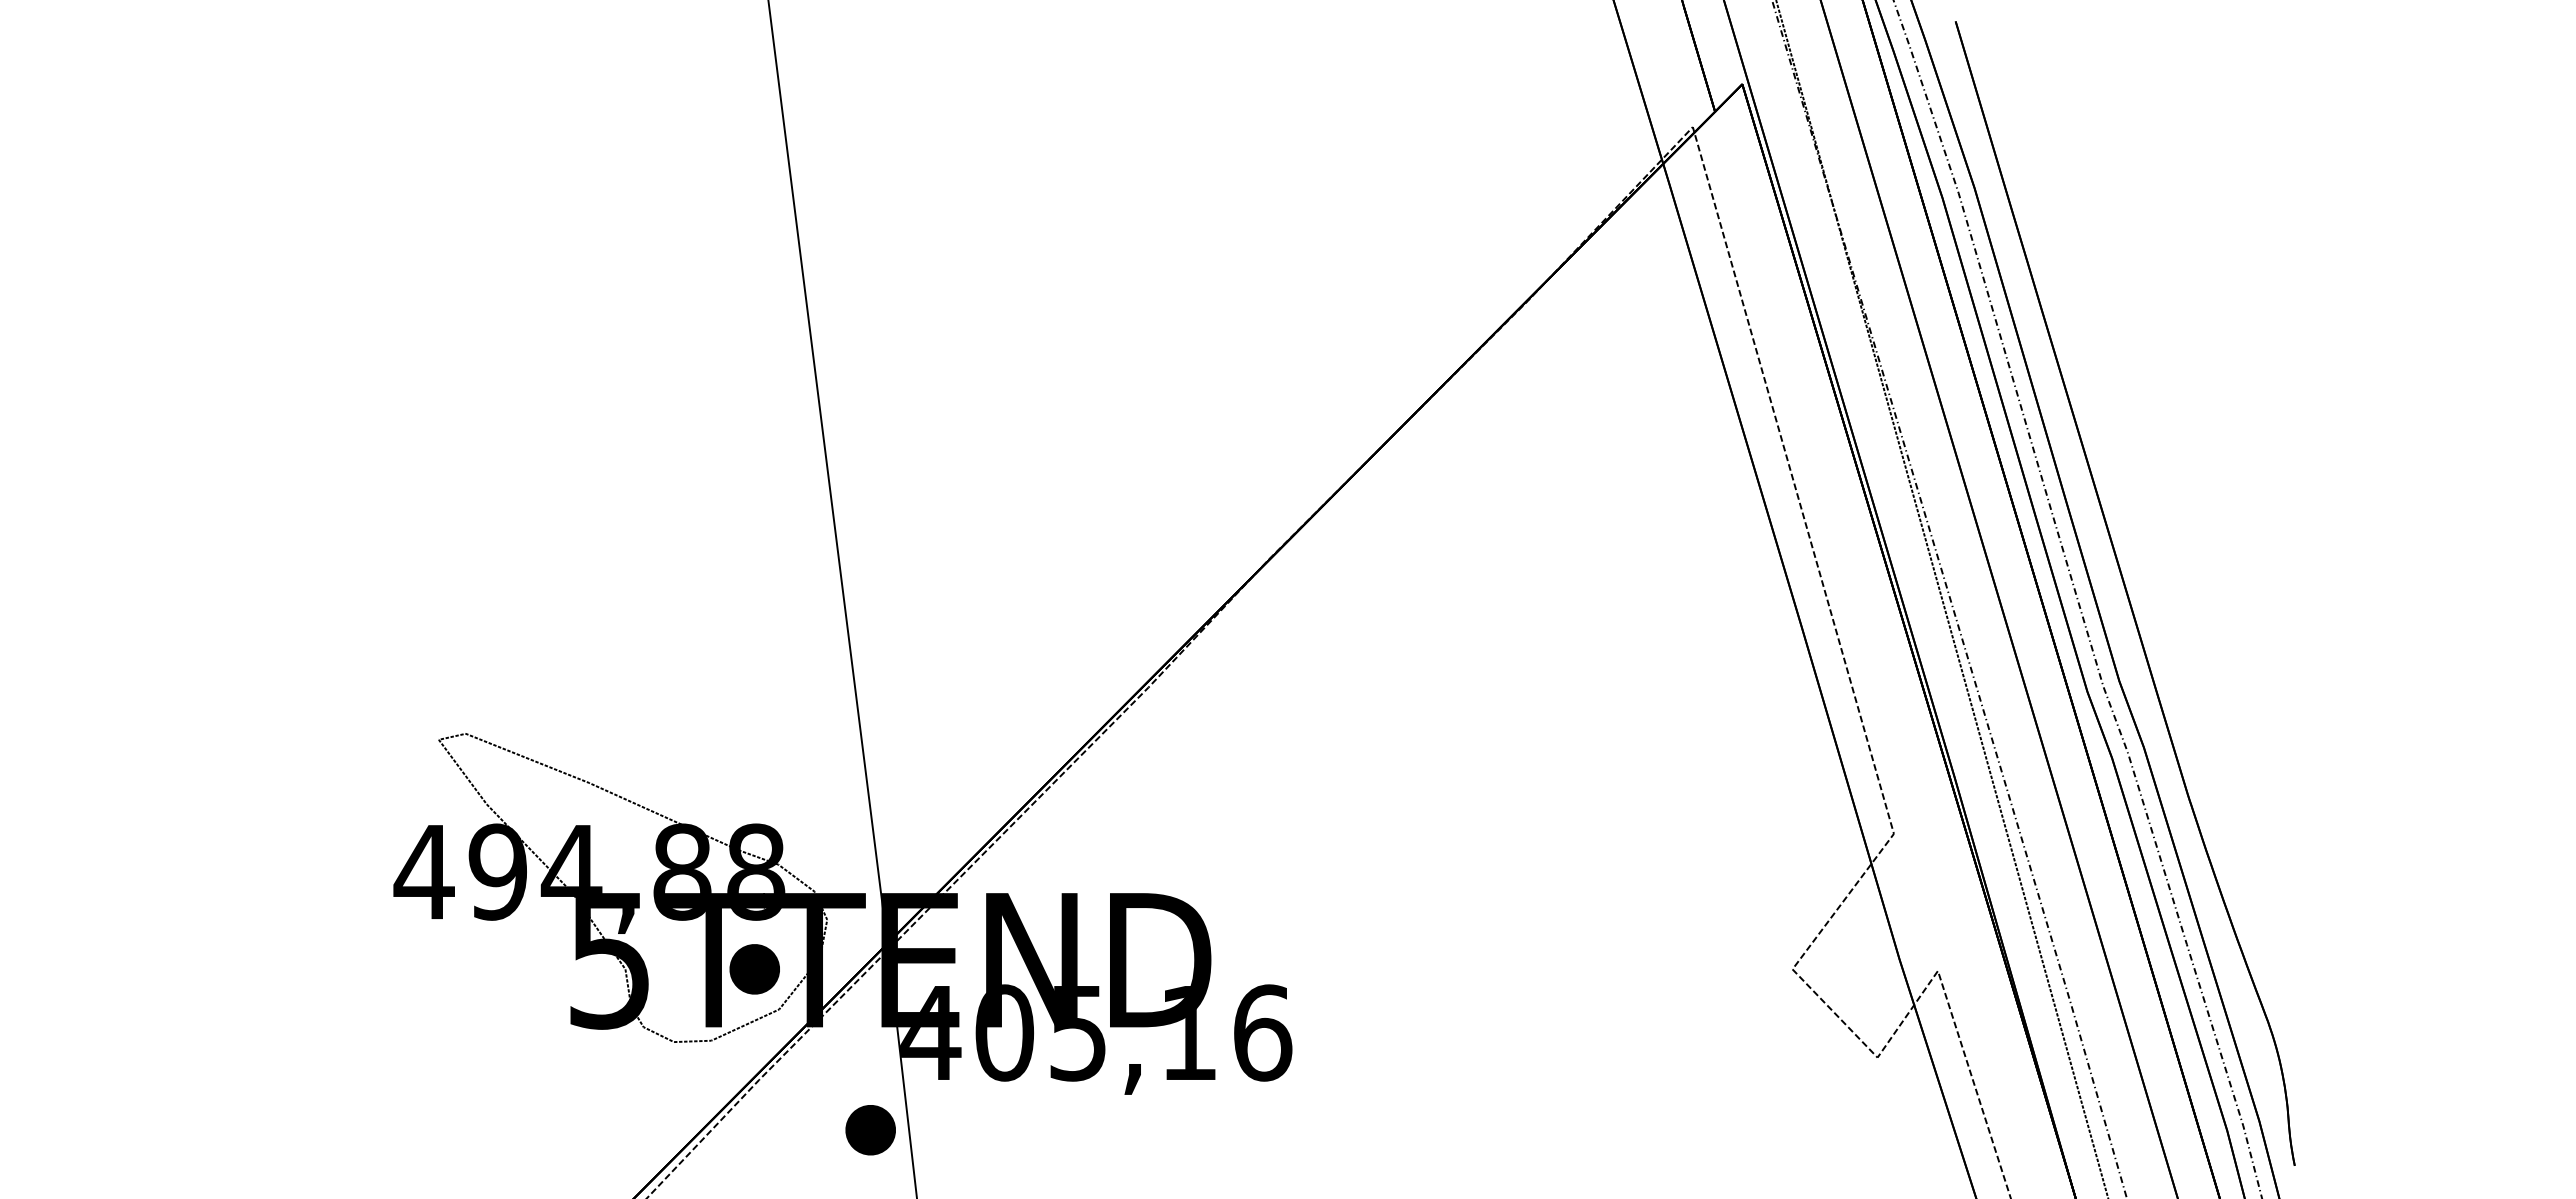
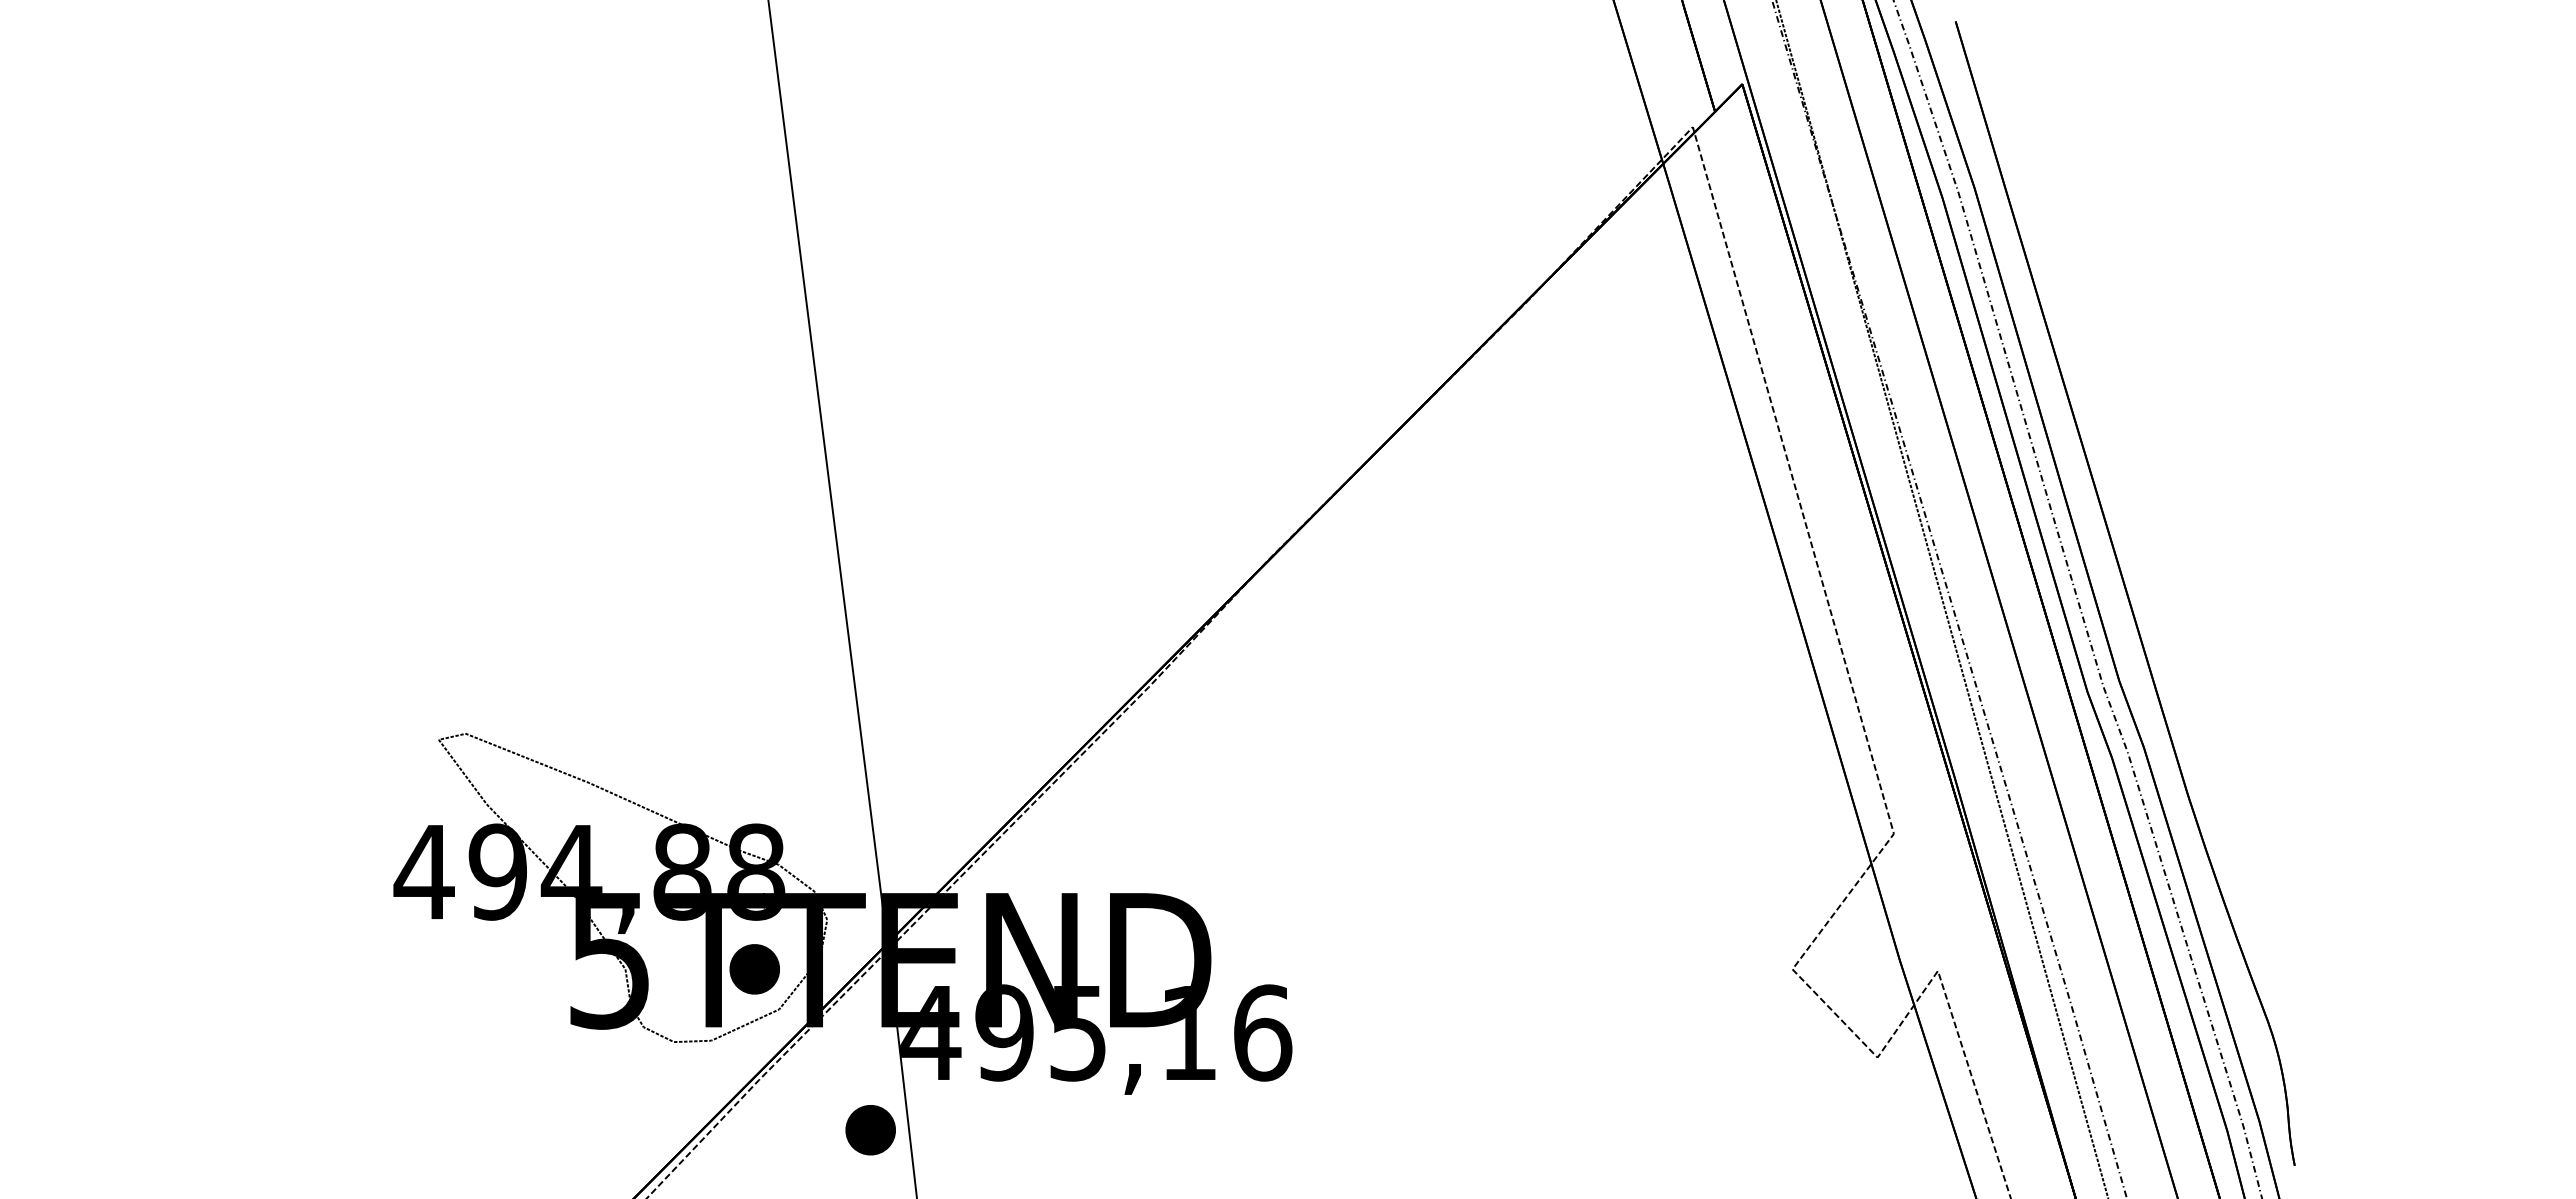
text at (1004, 1032): 405,16 -> 495,16
